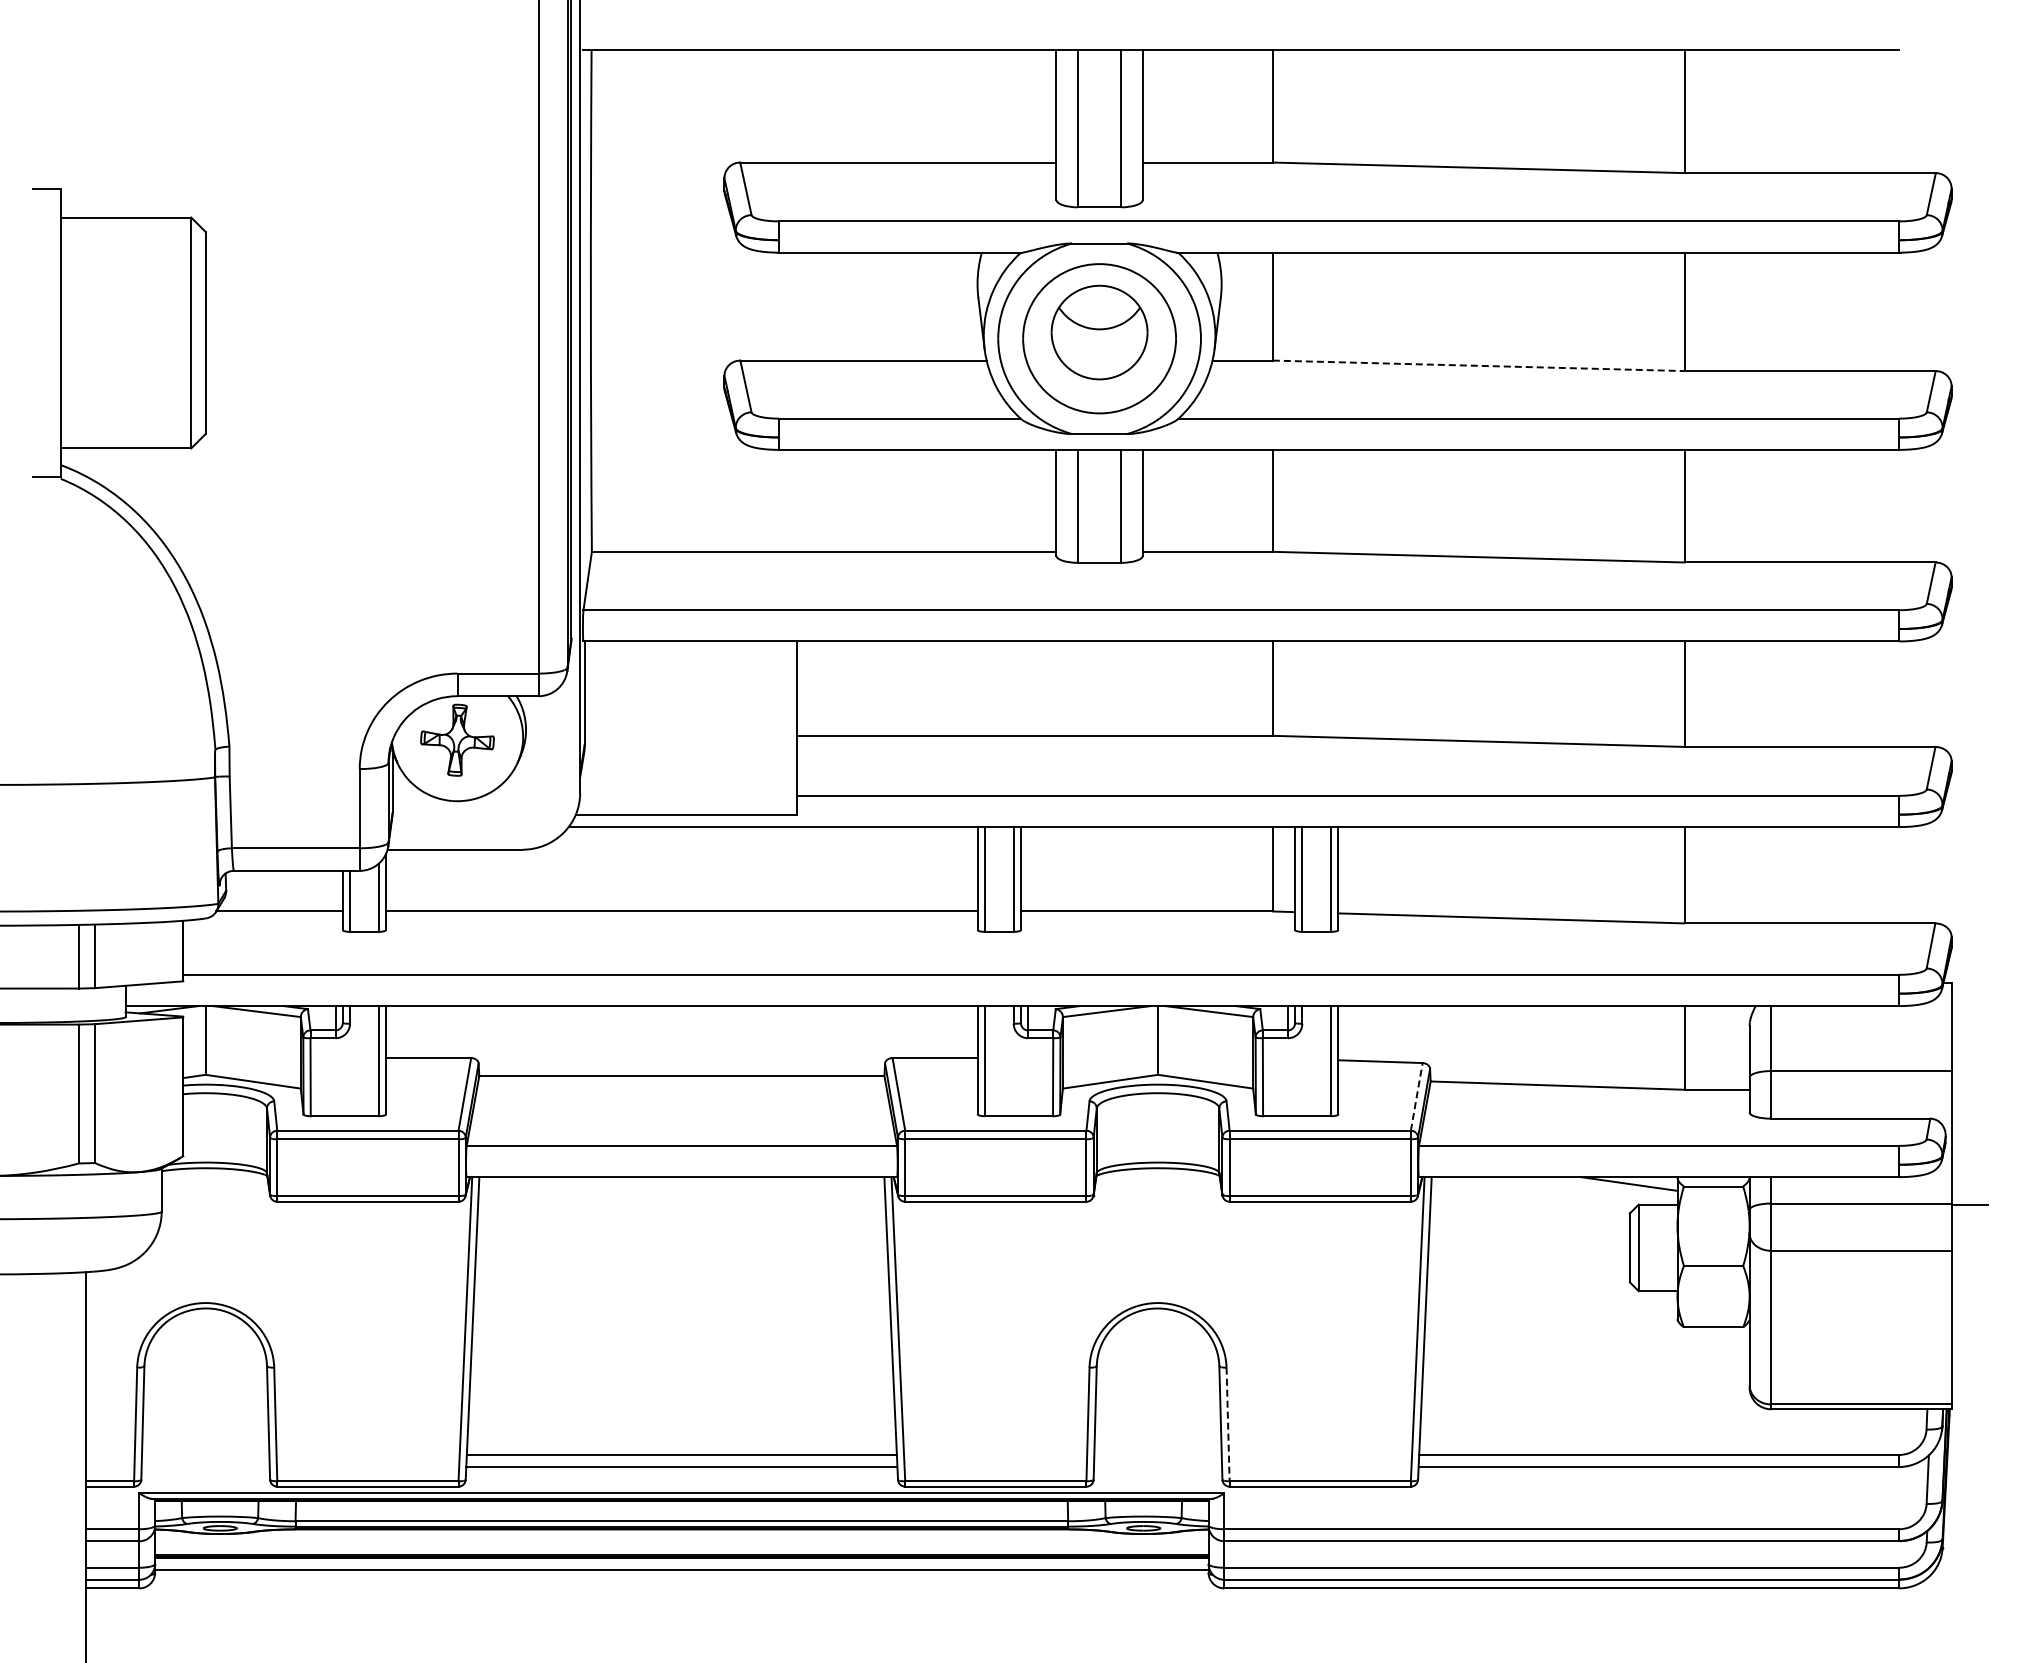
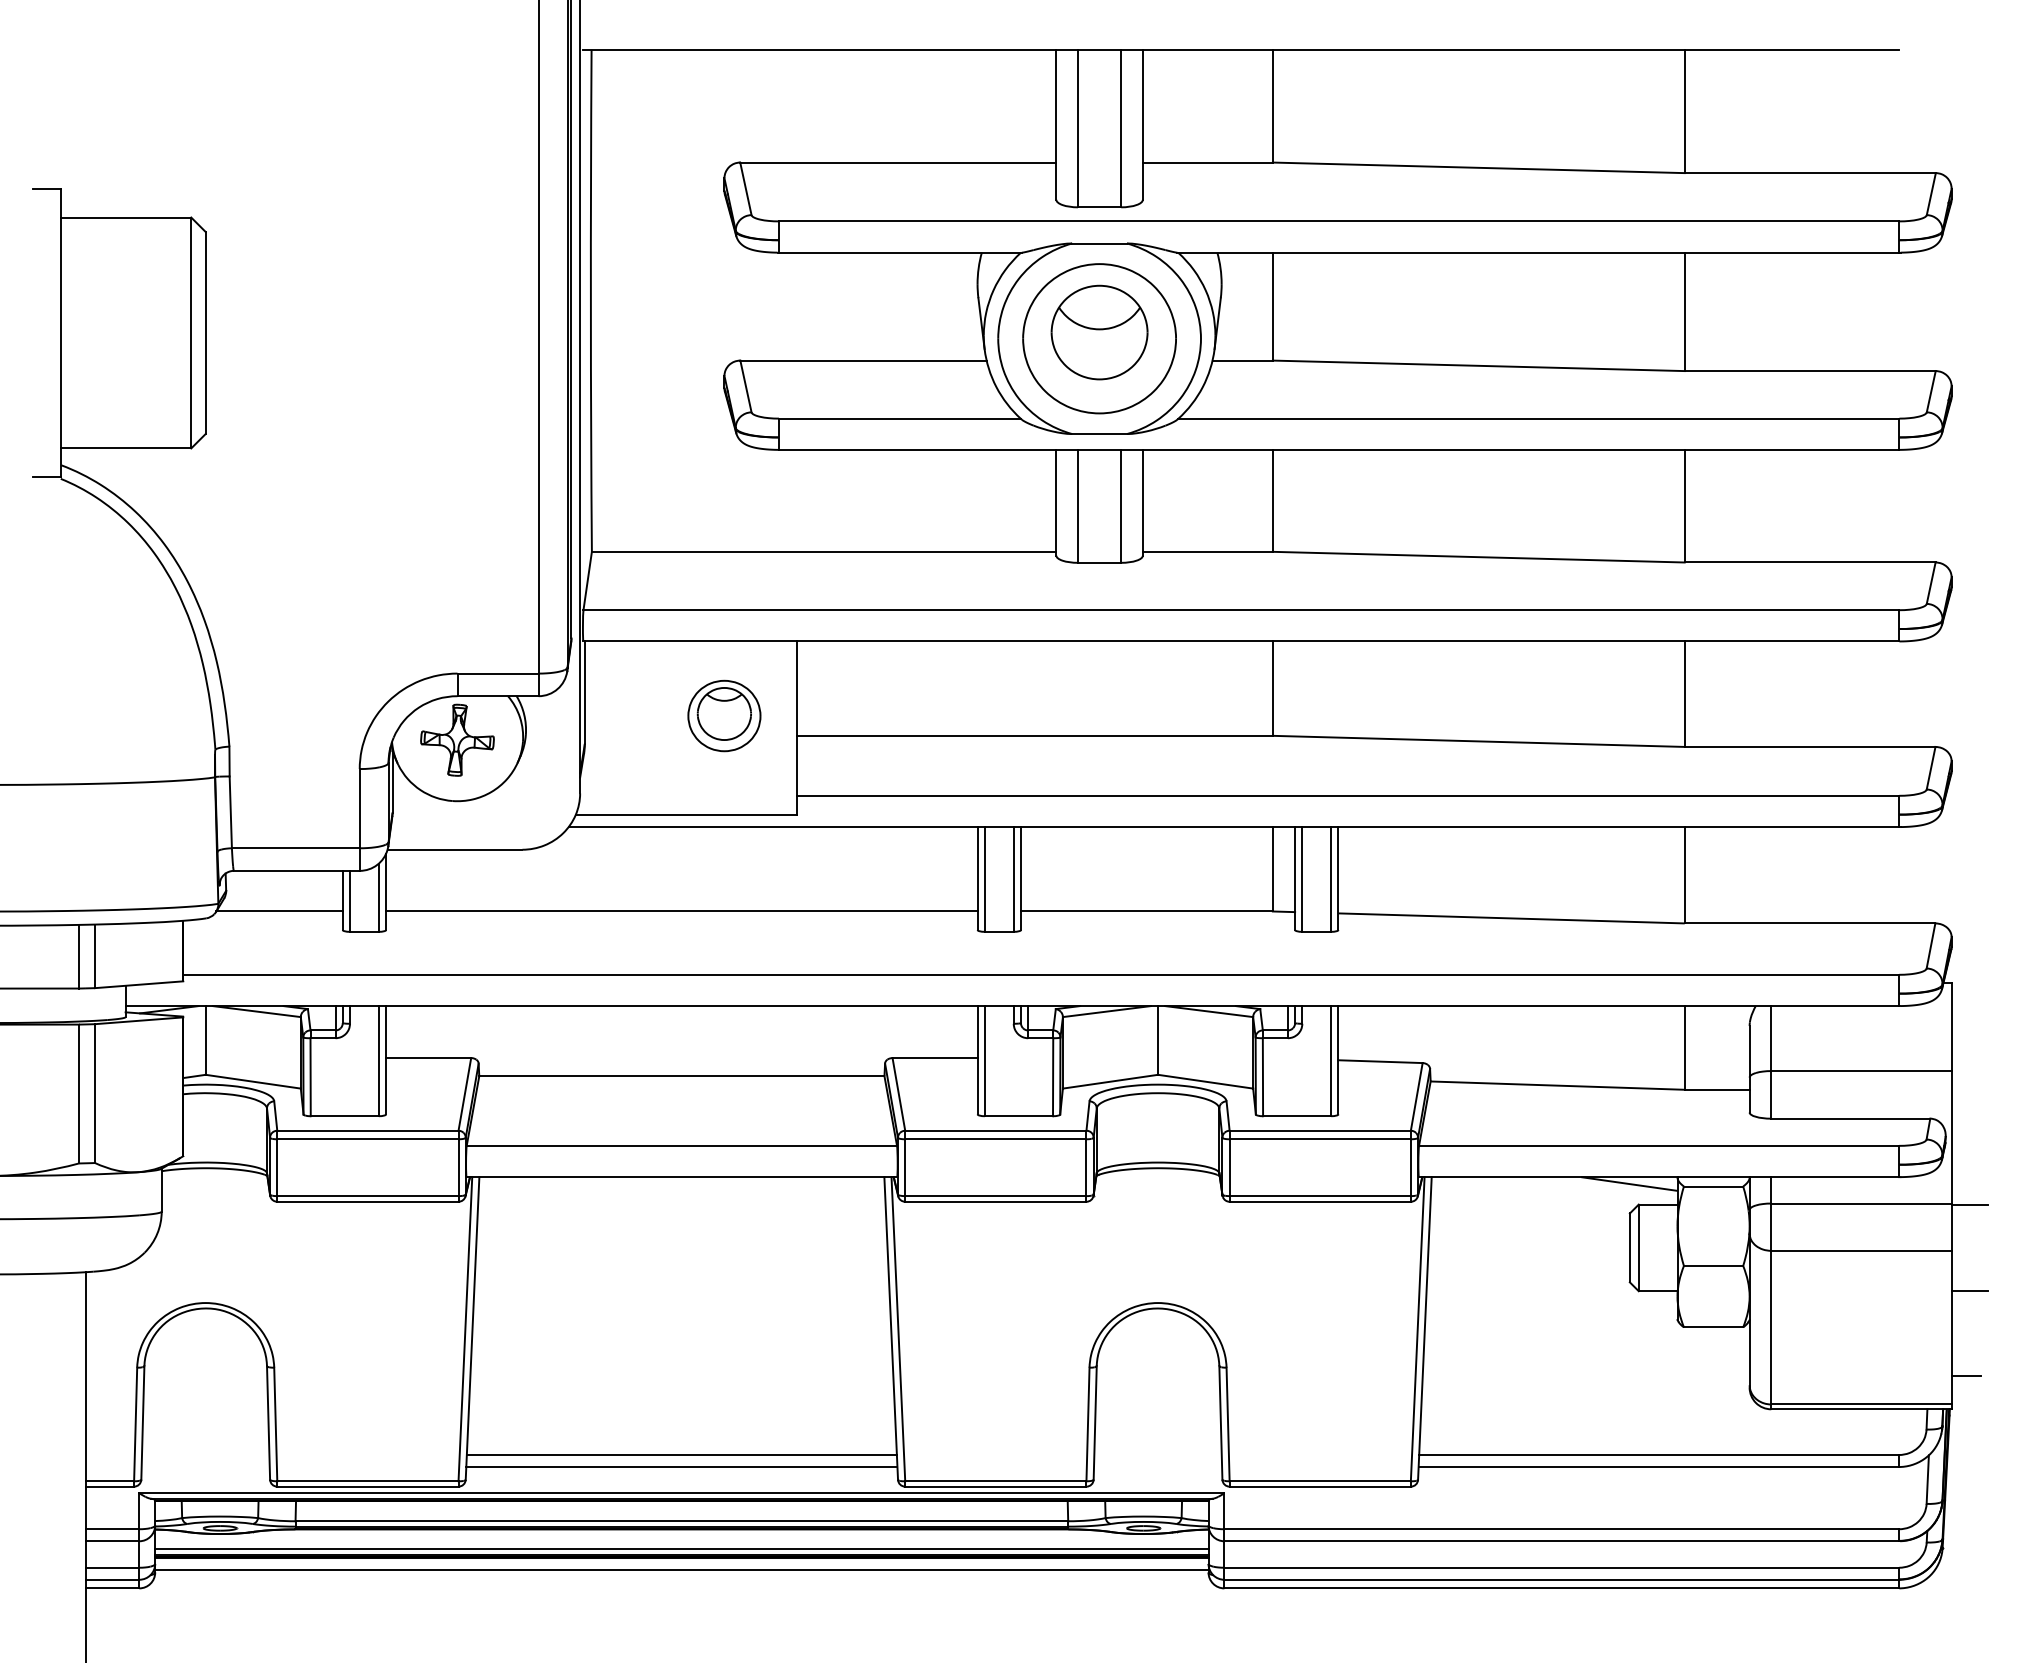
line at (1478, 365): dashed -> solid
part at (724, 715): none -> present
line at (1416, 1096): dashed -> solid
line at (1969, 1291): none -> present
line at (1965, 1376): none -> present
line at (1228, 1424): dashed -> solid
line at (681, 1549): none -> present
